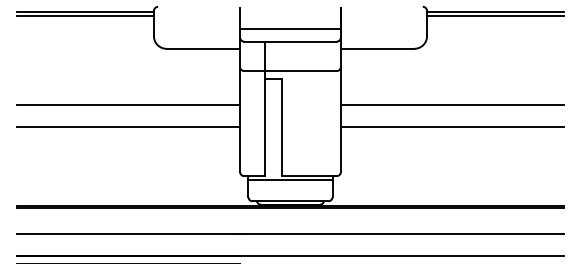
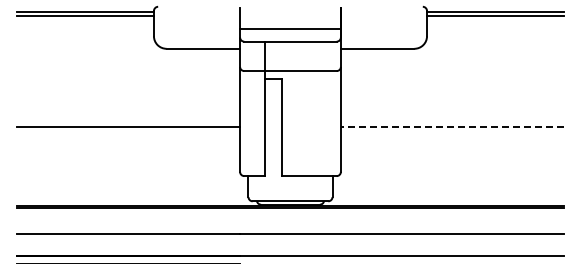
line at (128, 104): present -> none
line at (451, 104): present -> none
line at (451, 126): solid -> dashed
line at (290, 180): present -> none
